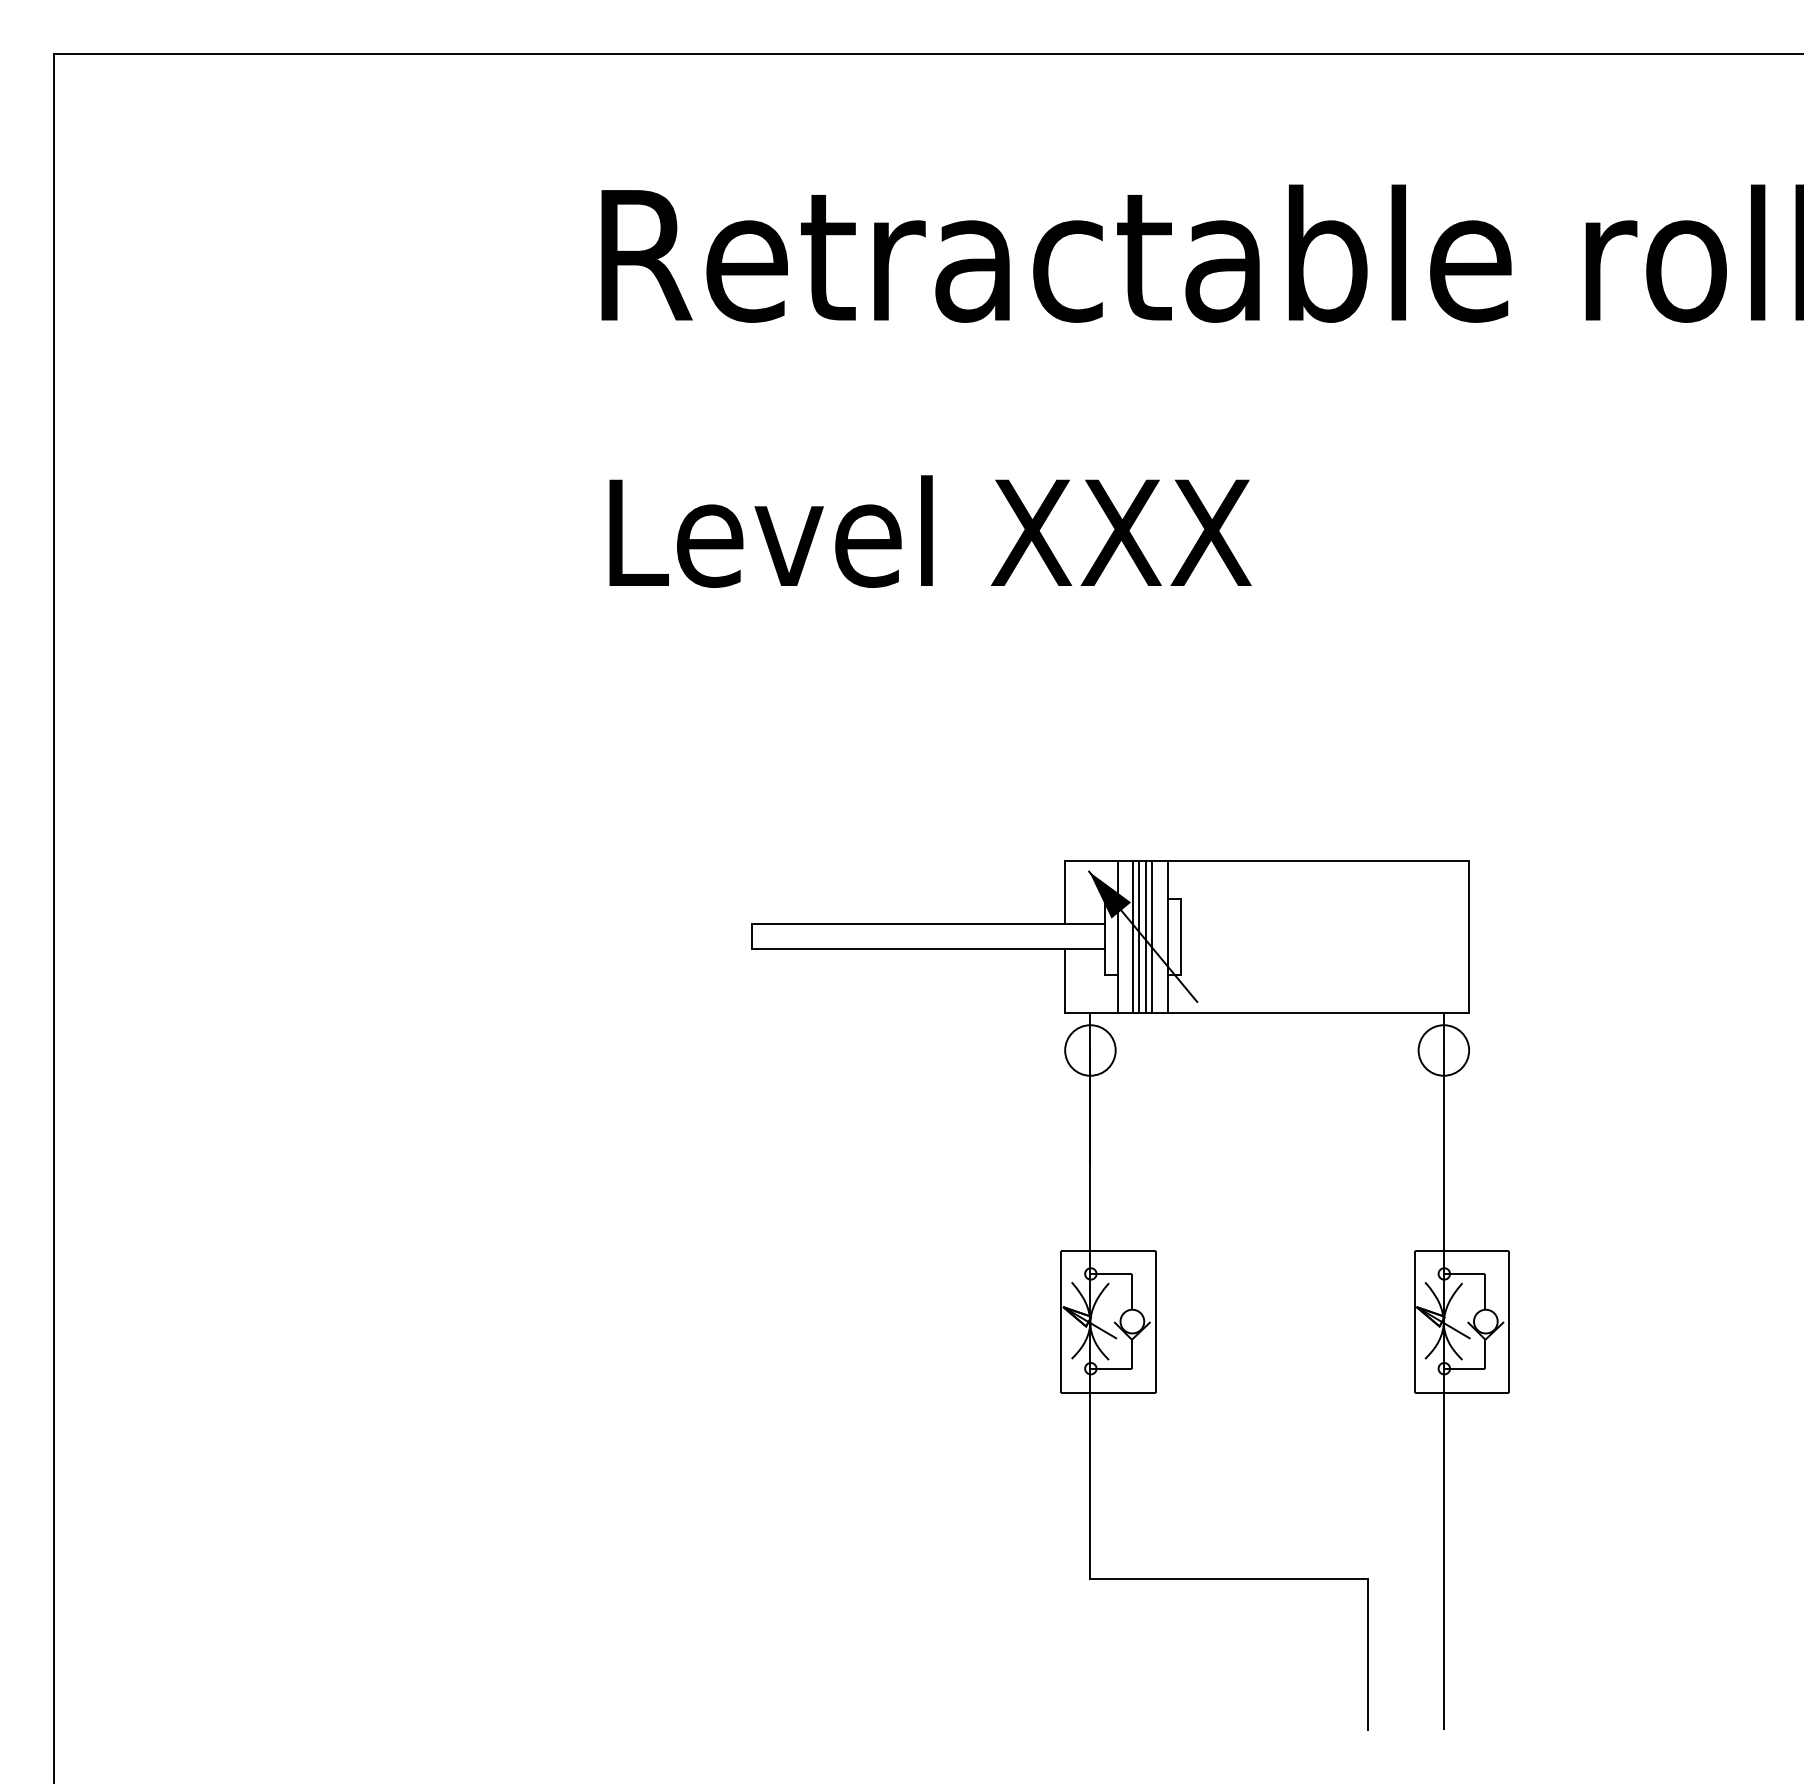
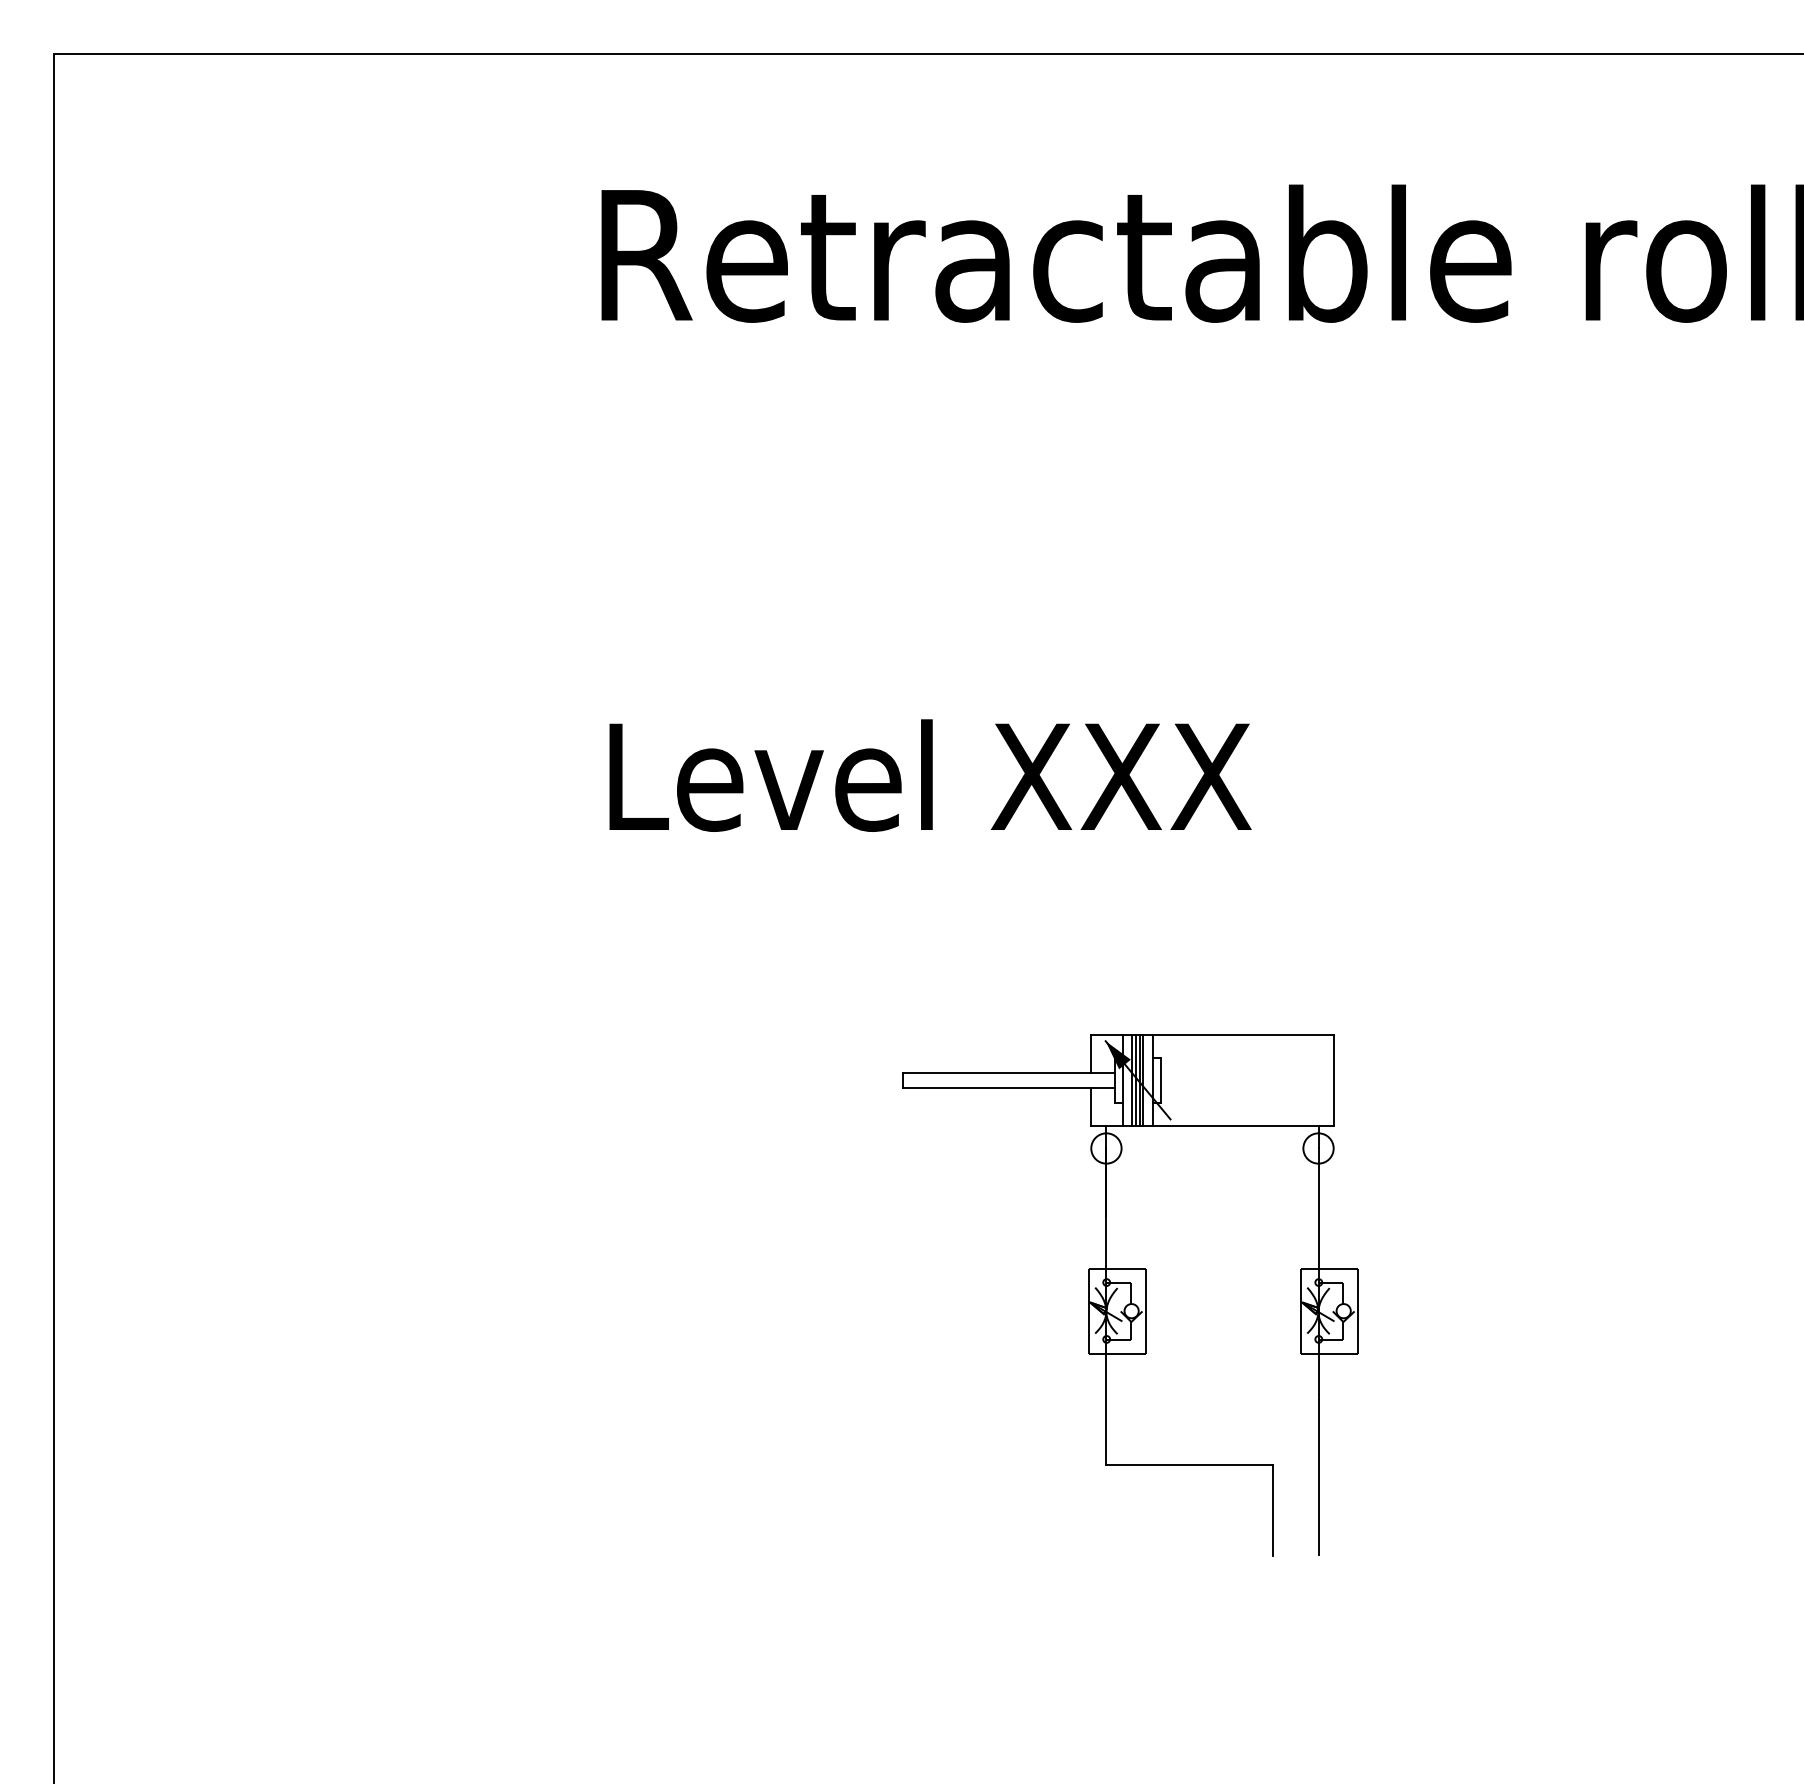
text at (930, 531) position: (930, 531) -> (930, 775)
part at (1130, 1295) size: 759x871 px -> 457x523 px
